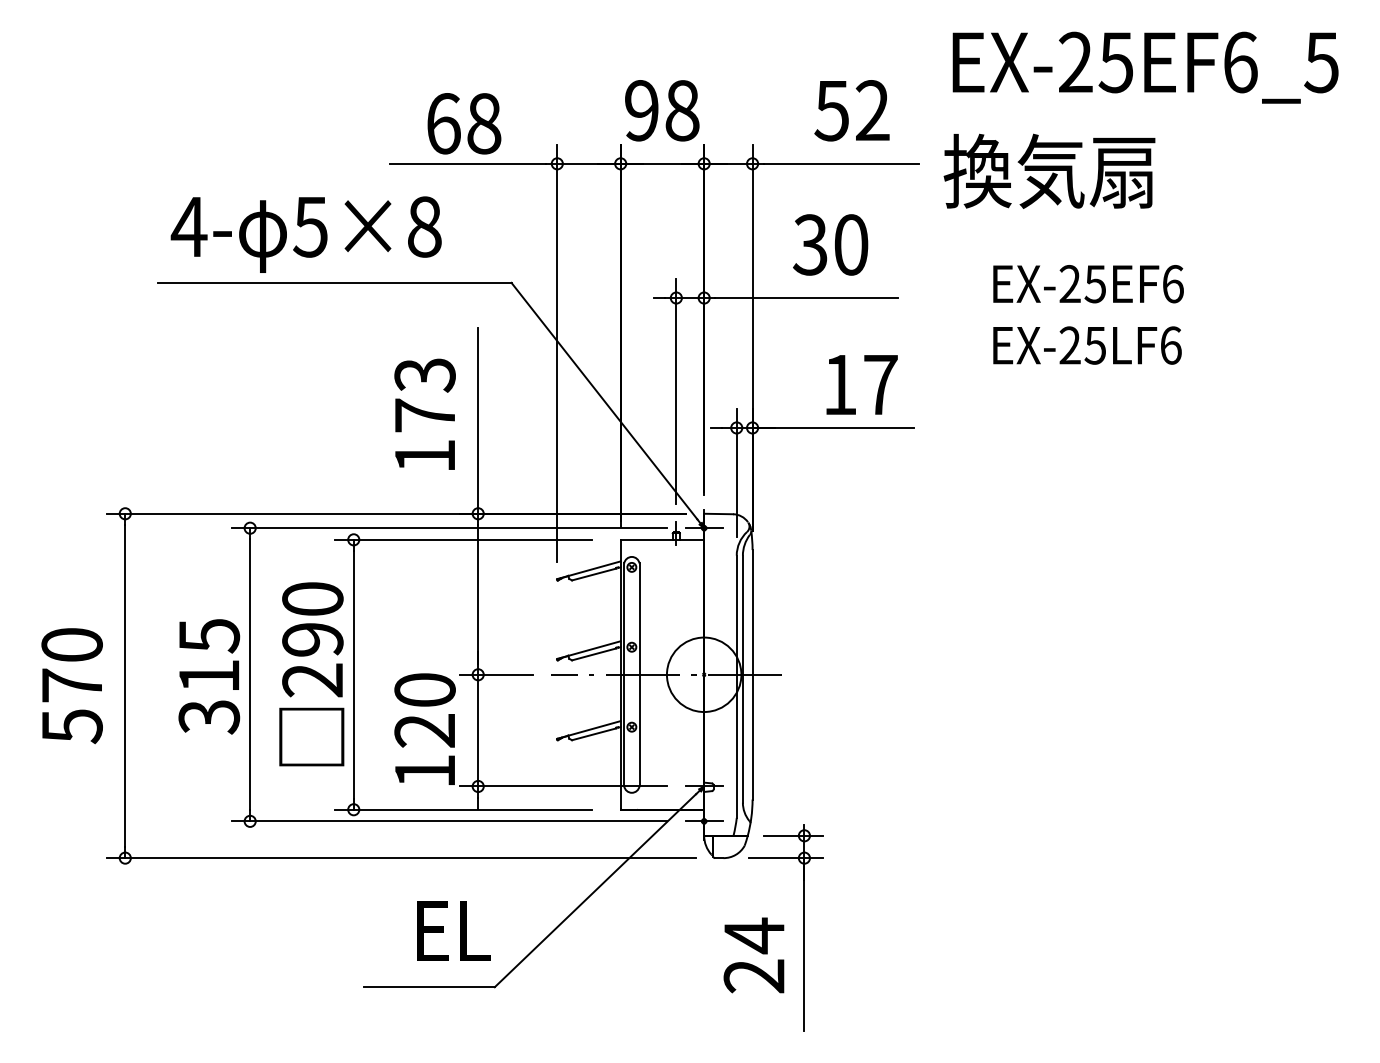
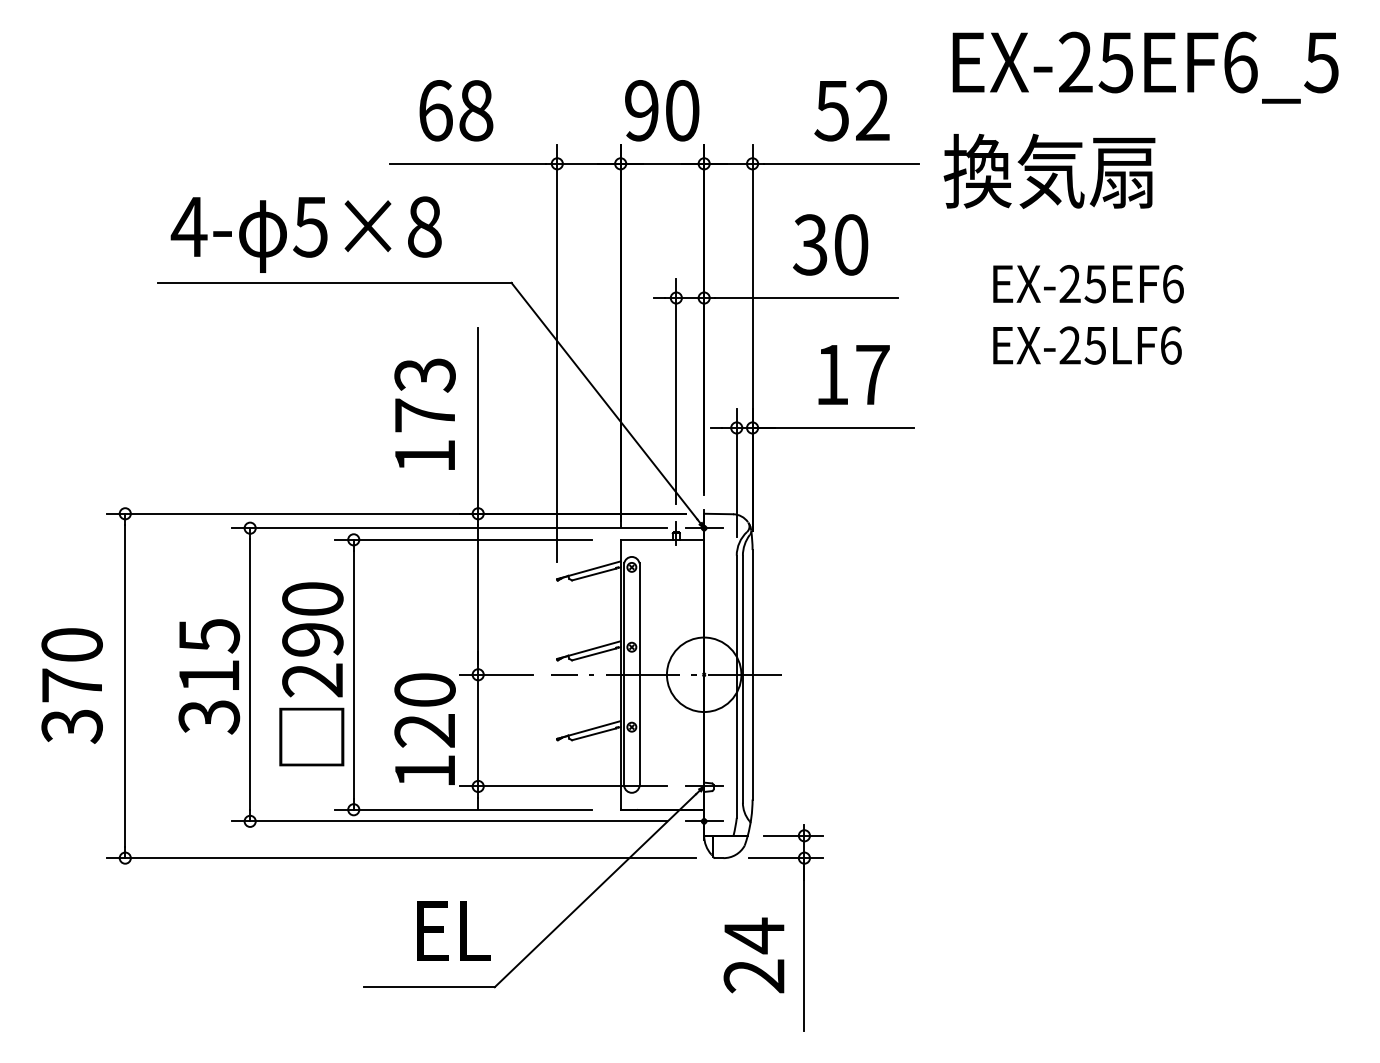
text at (682, 110): 98 -> 90
text at (464, 123) position: (464, 123) -> (456, 110)
text at (861, 384) position: (861, 384) -> (853, 374)
text at (71, 726): 570 -> 370
